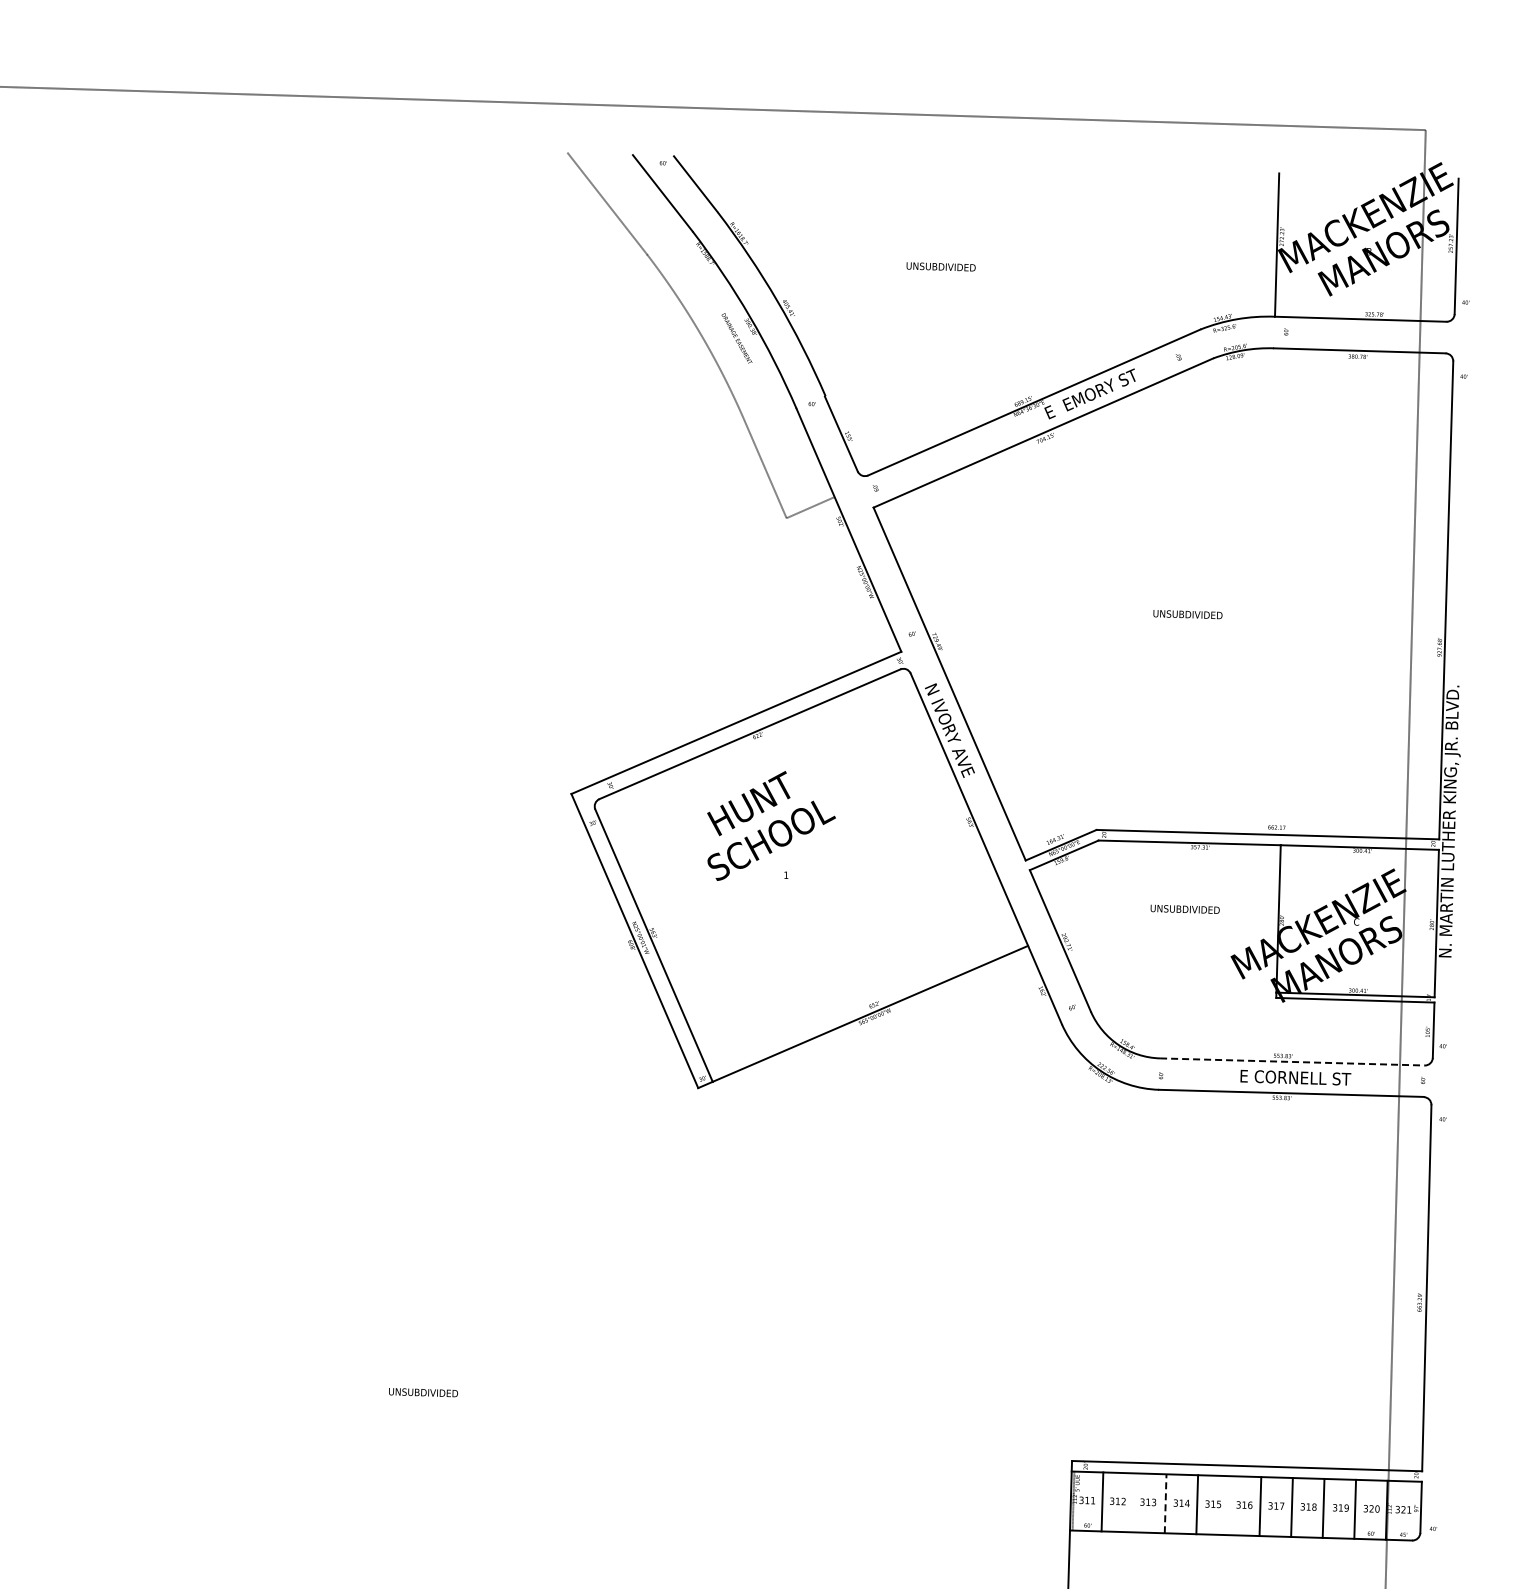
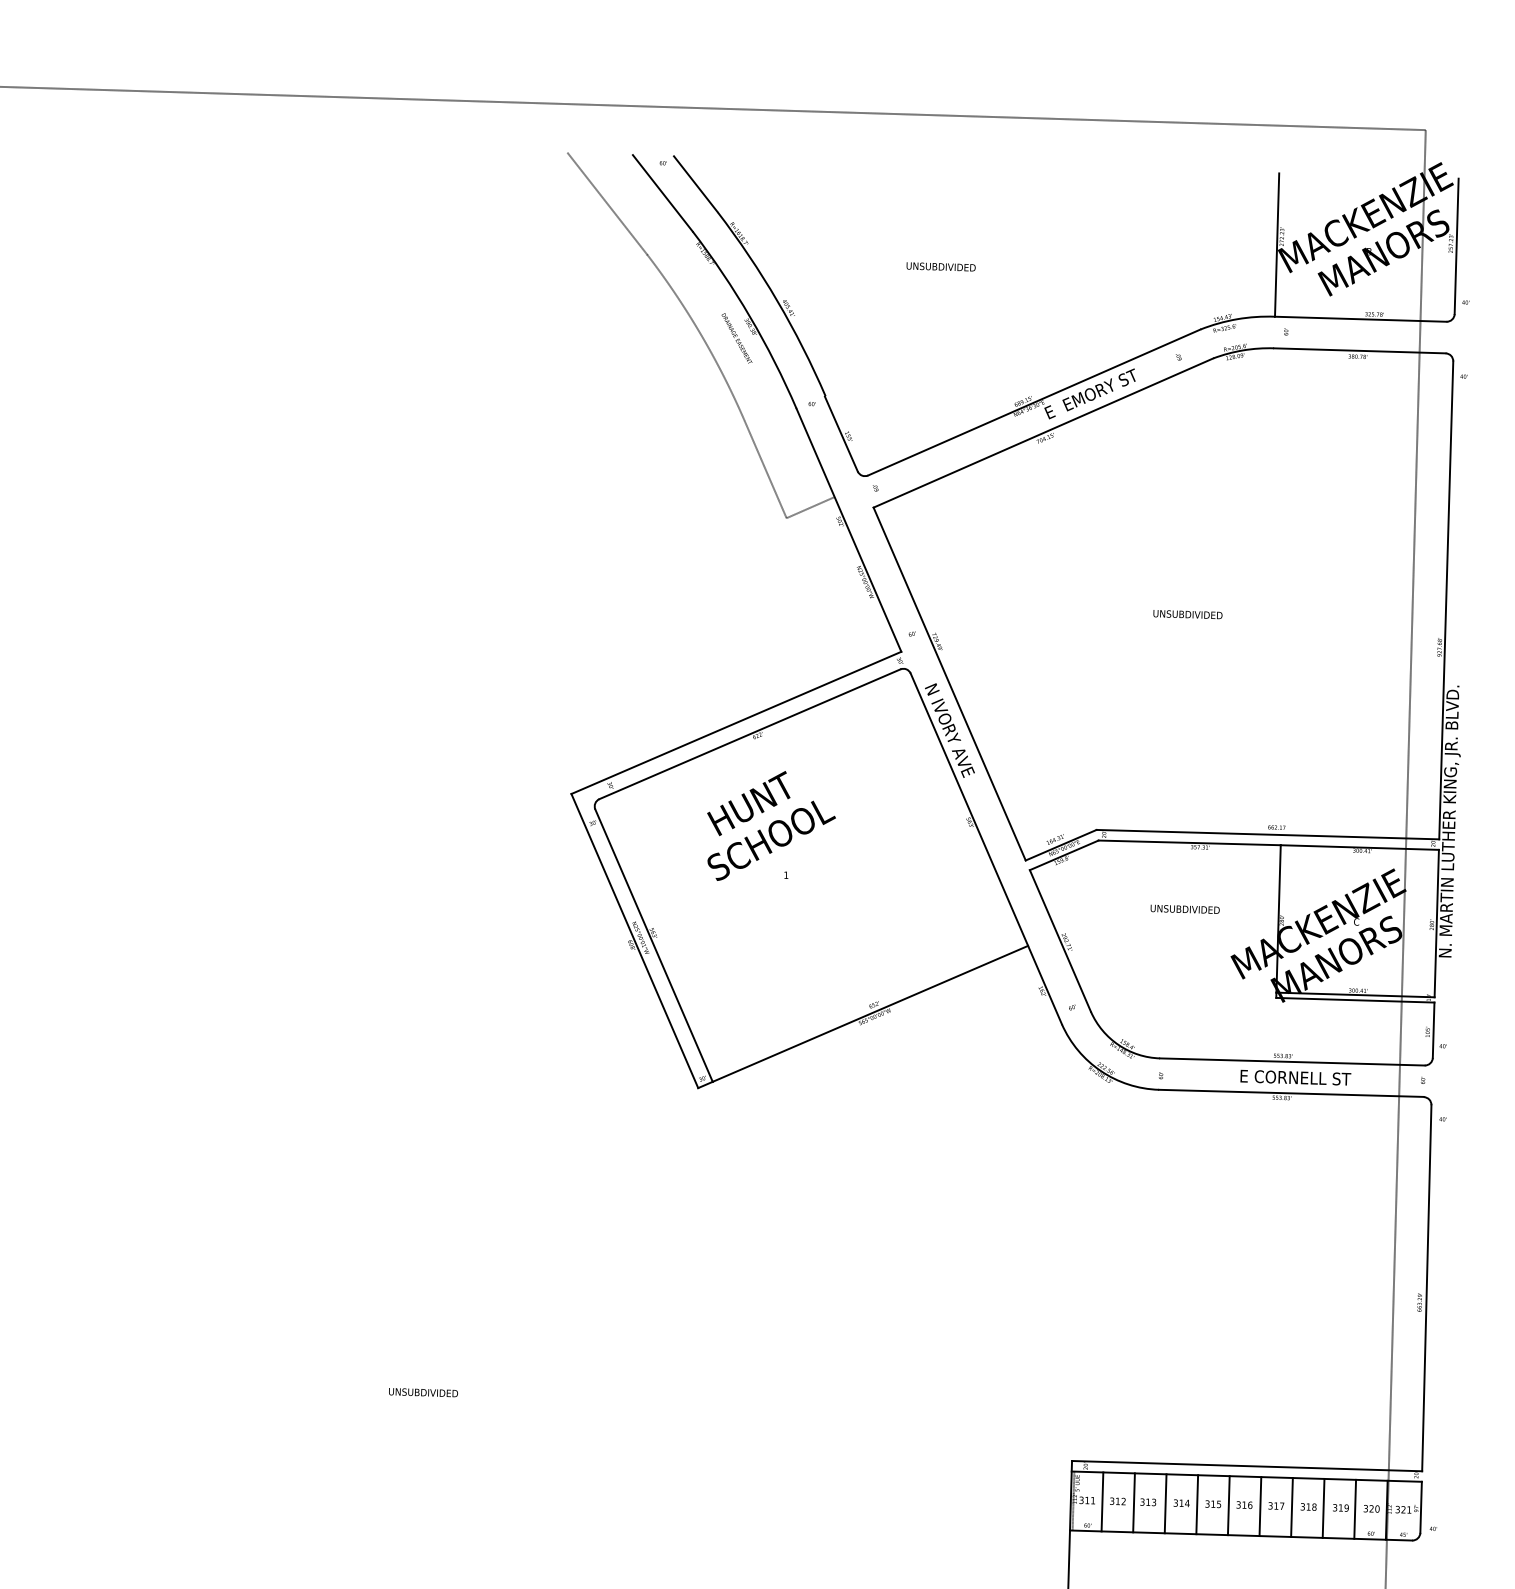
line at (1292, 1061): dashed -> solid
line at (1133, 1502): none -> present
line at (1165, 1503): dashed -> solid
line at (1228, 1505): none -> present
